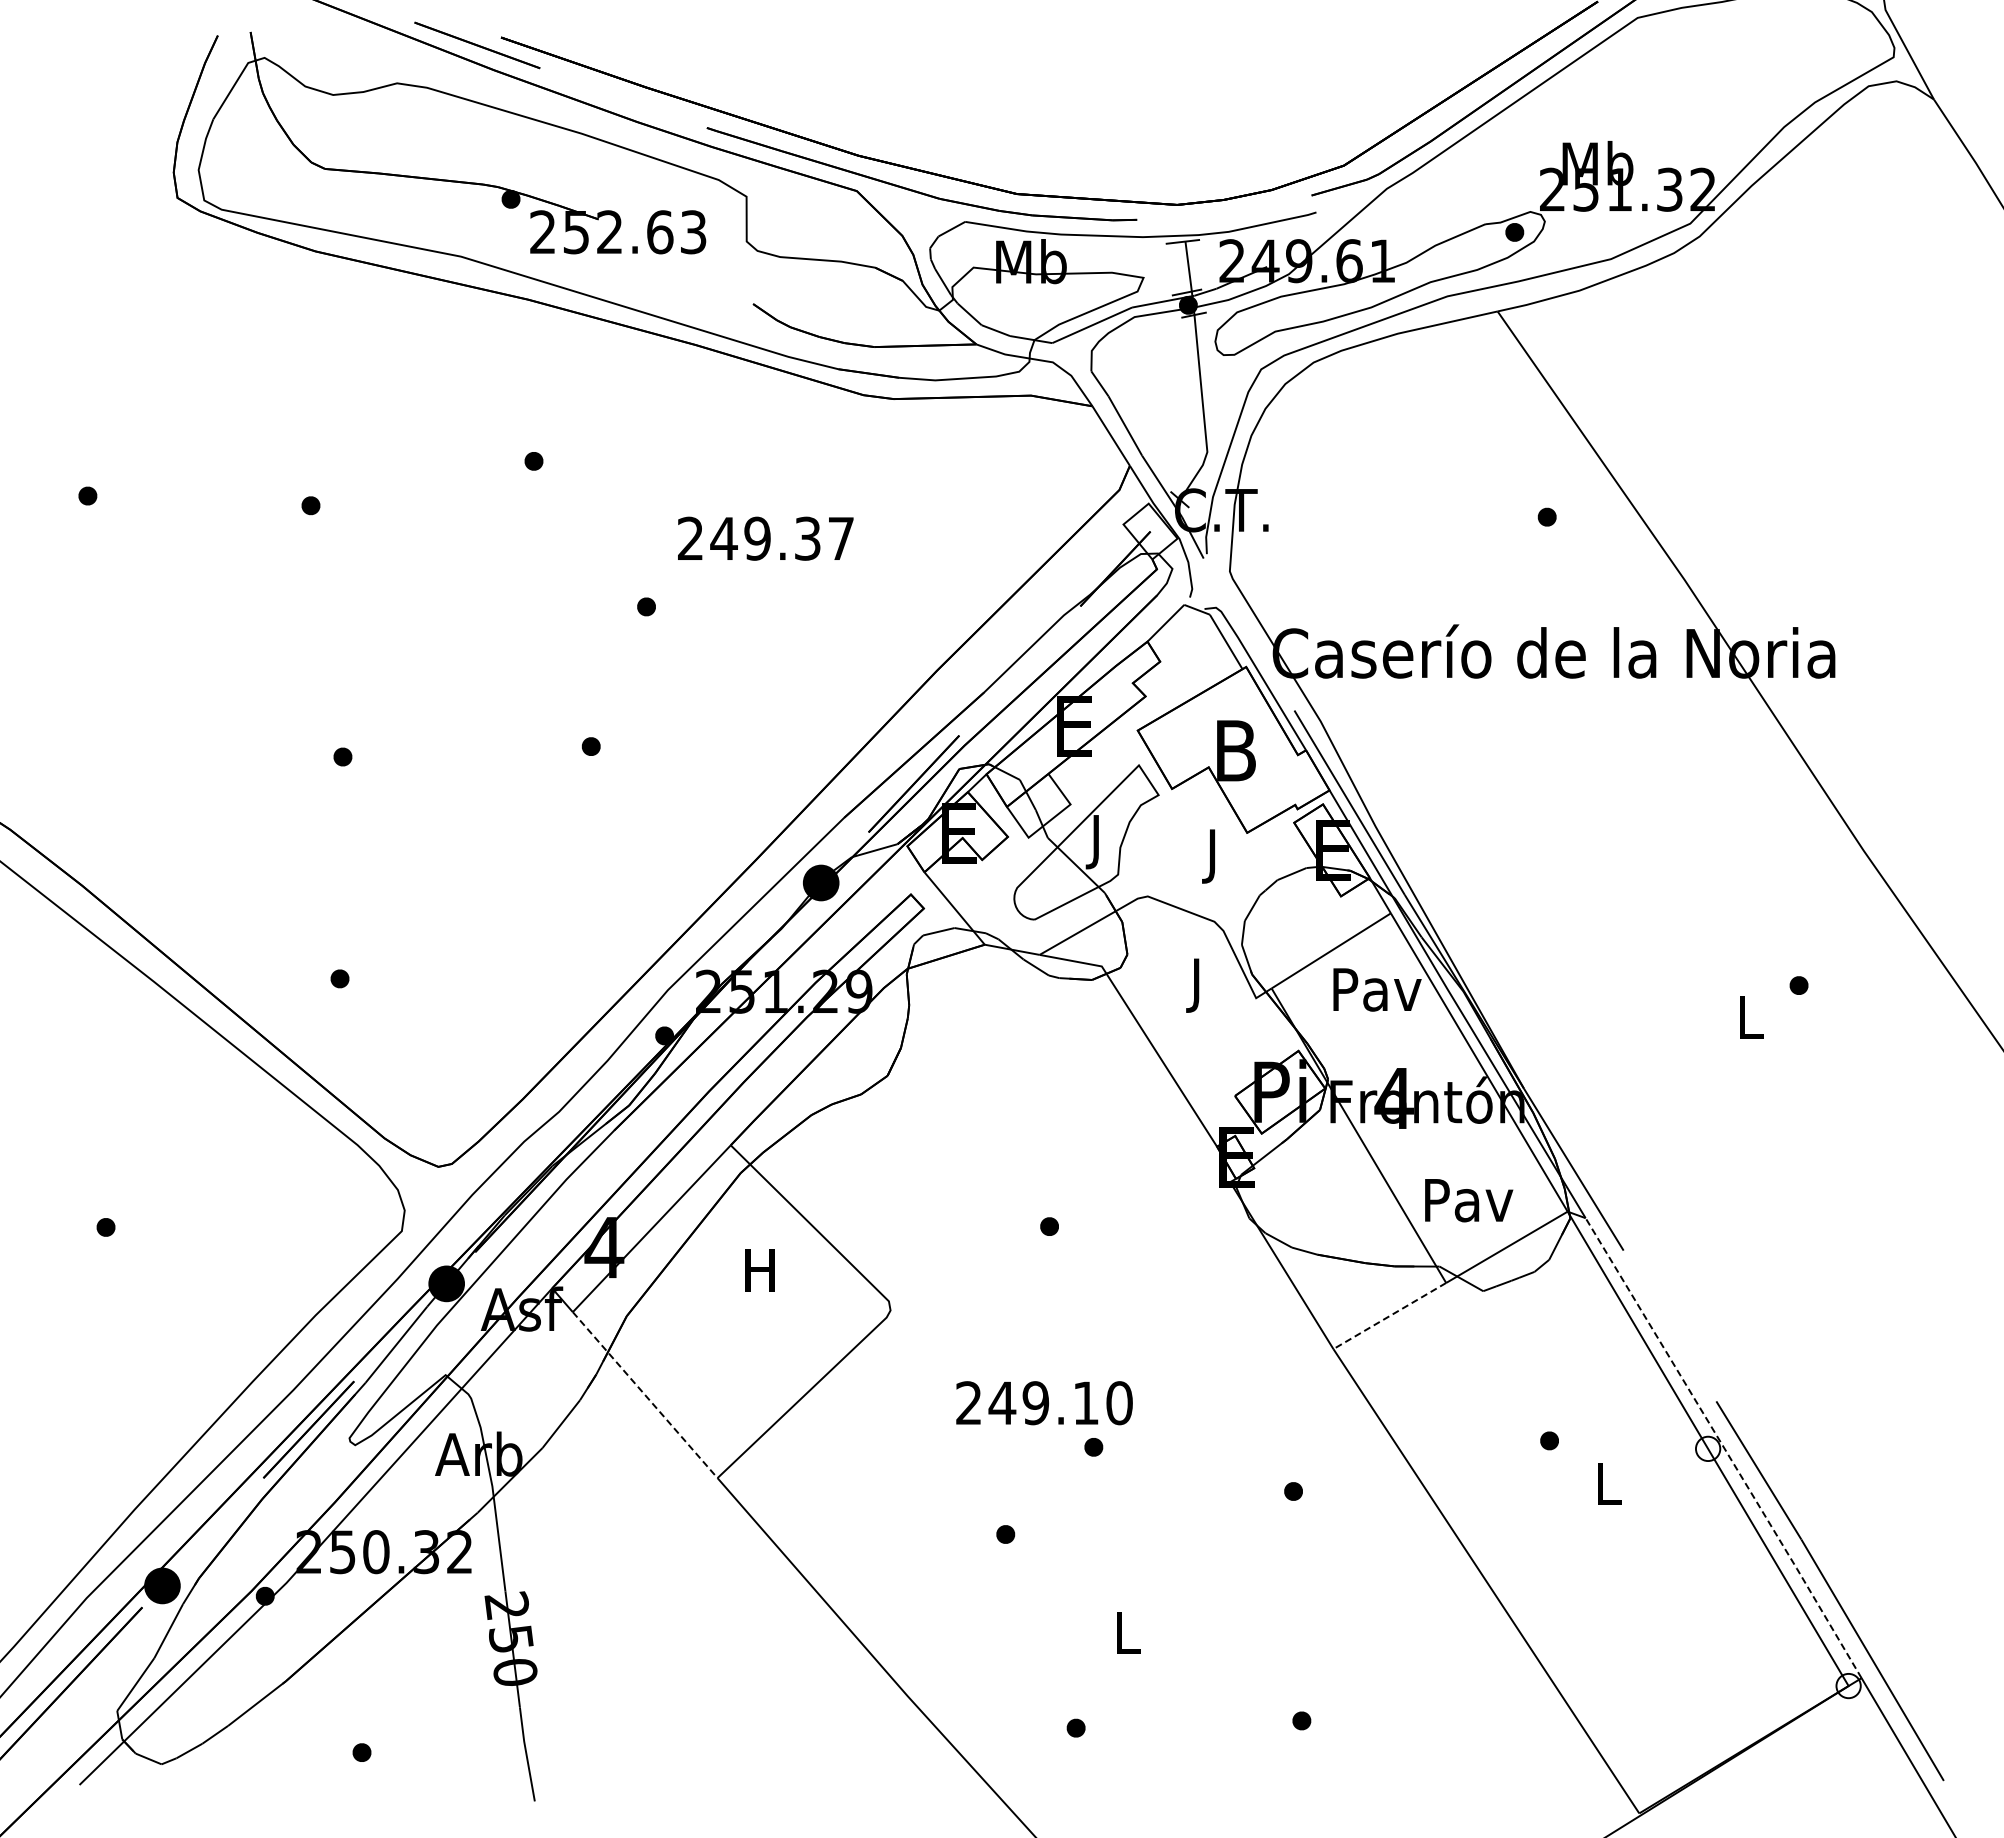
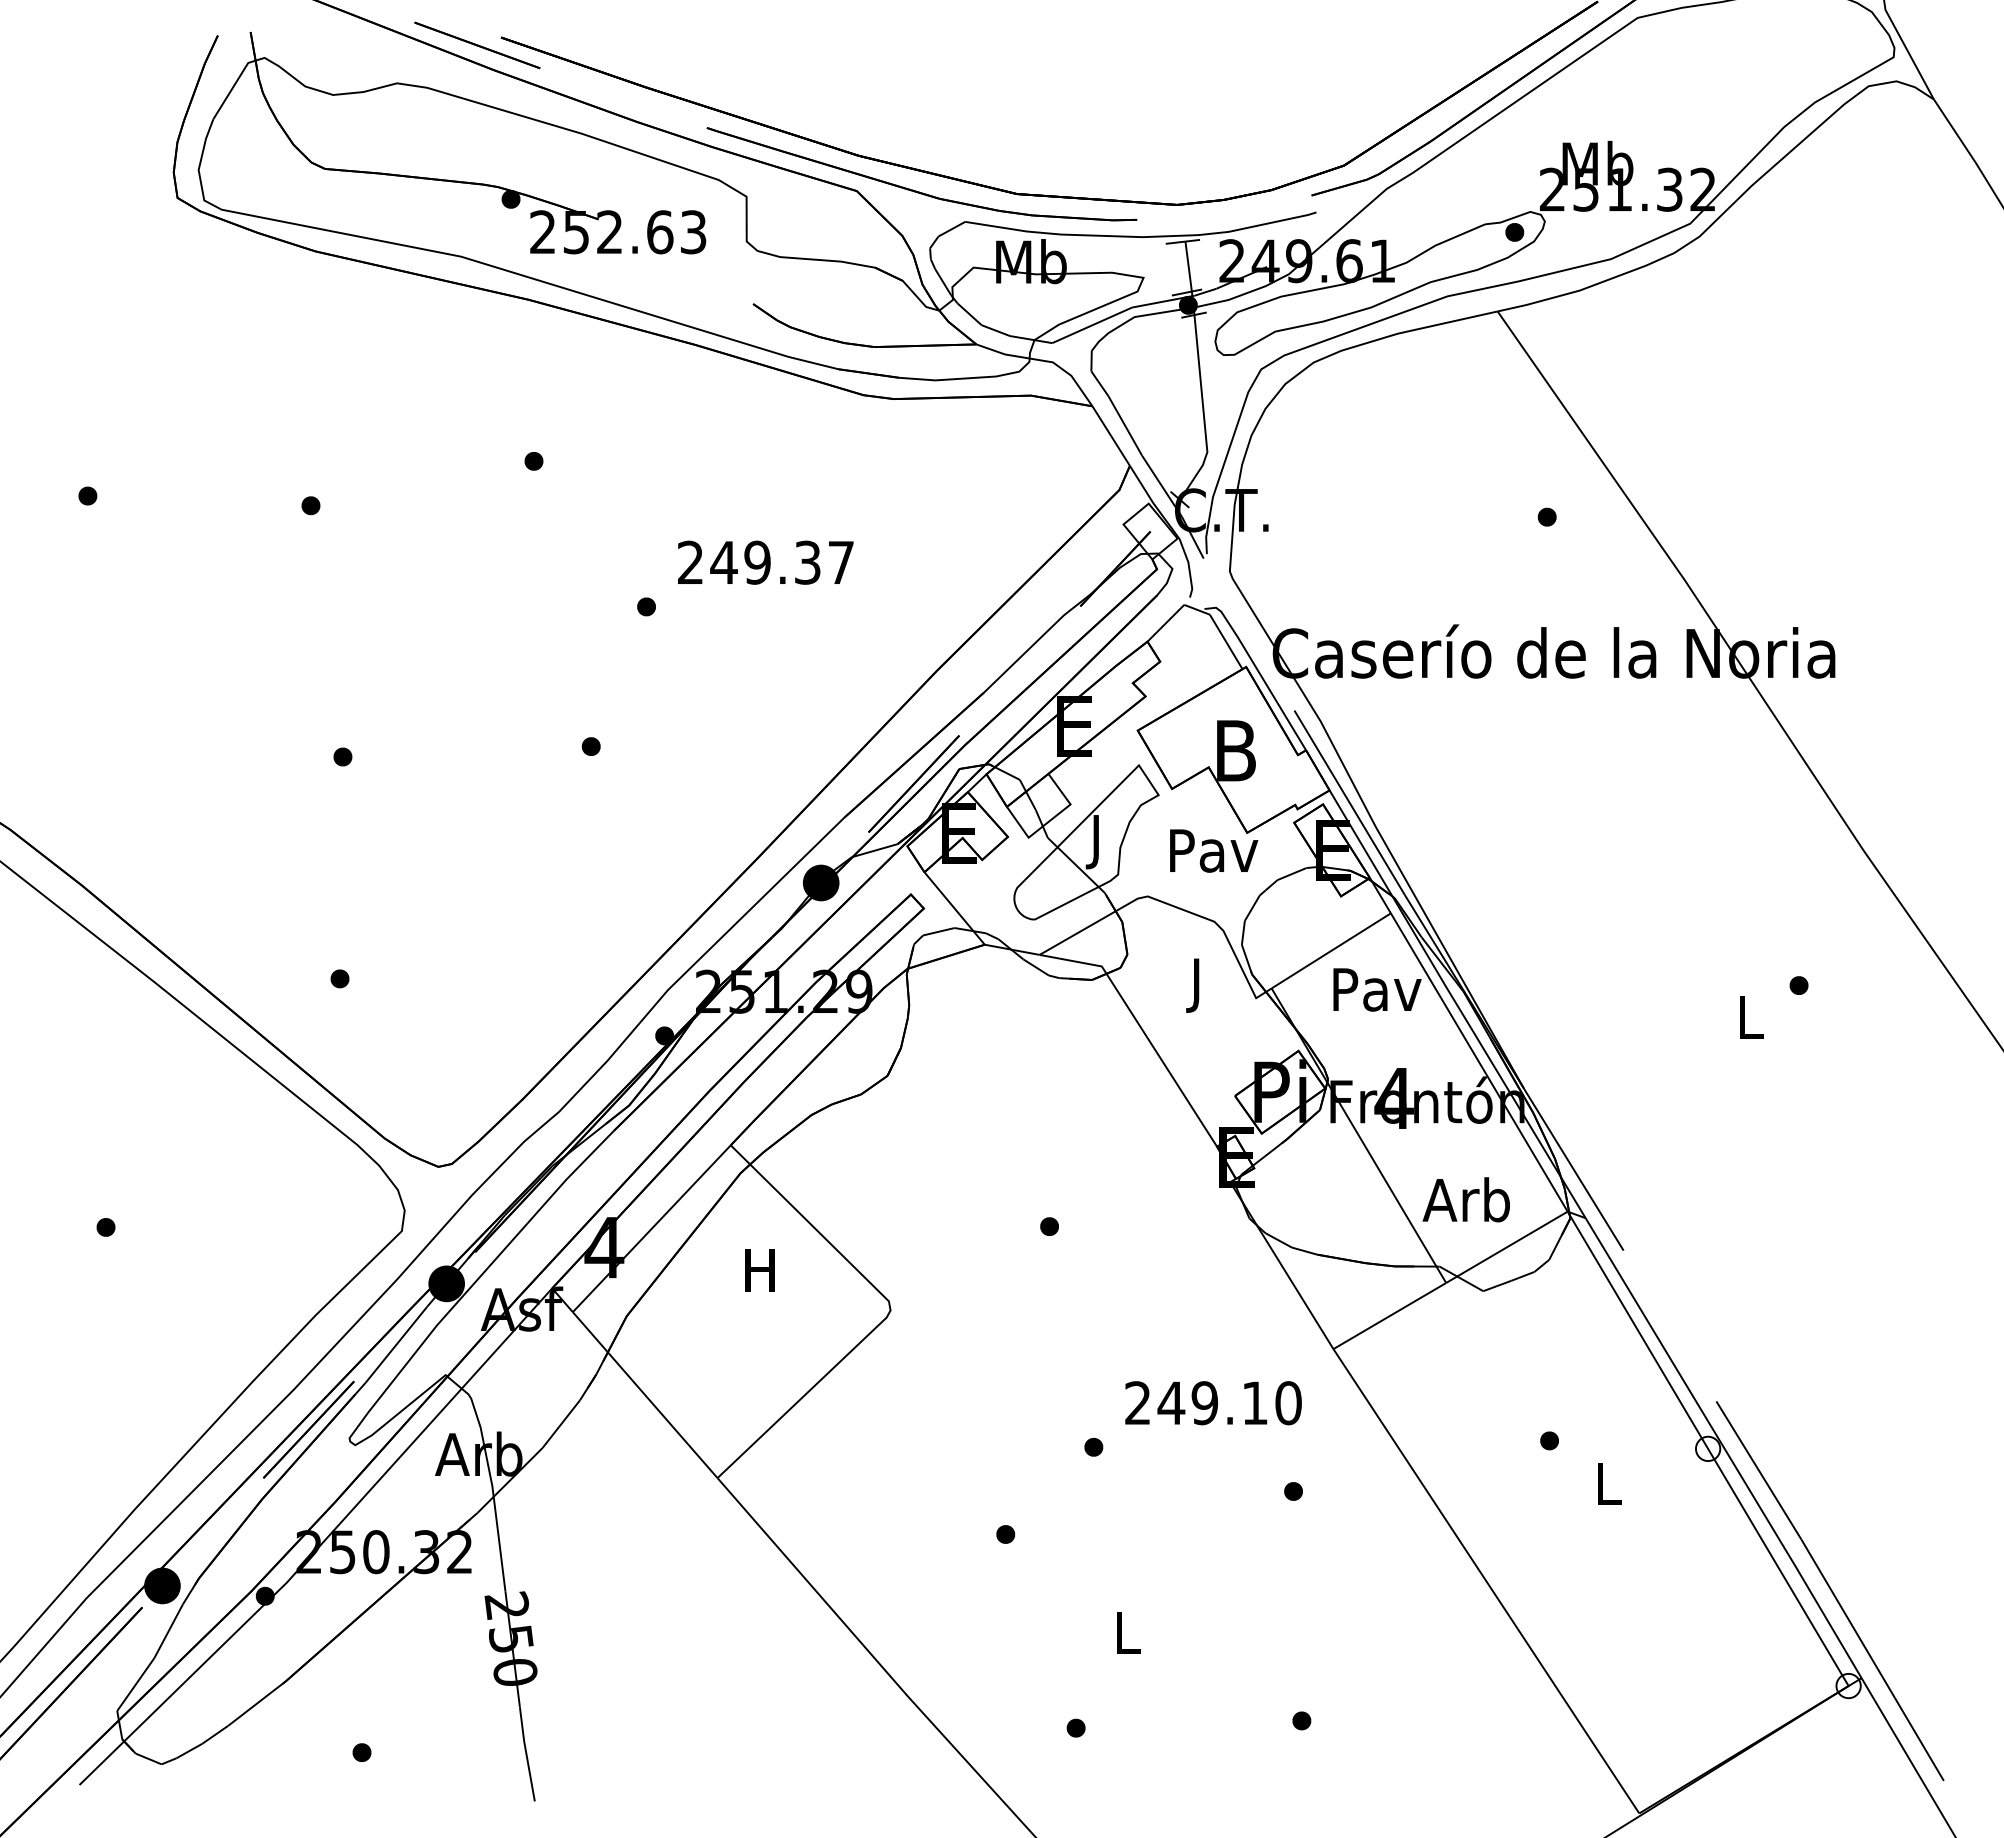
text at (765, 538) position: (765, 538) -> (765, 562)
text at (1214, 856): J -> Pav
text at (1467, 1199): Pav -> Arb
line at (1389, 1316): dashed -> solid
line at (645, 1395): dashed -> solid
text at (1044, 1403) position: (1044, 1403) -> (1213, 1403)
line at (1724, 1448): dashed -> solid
